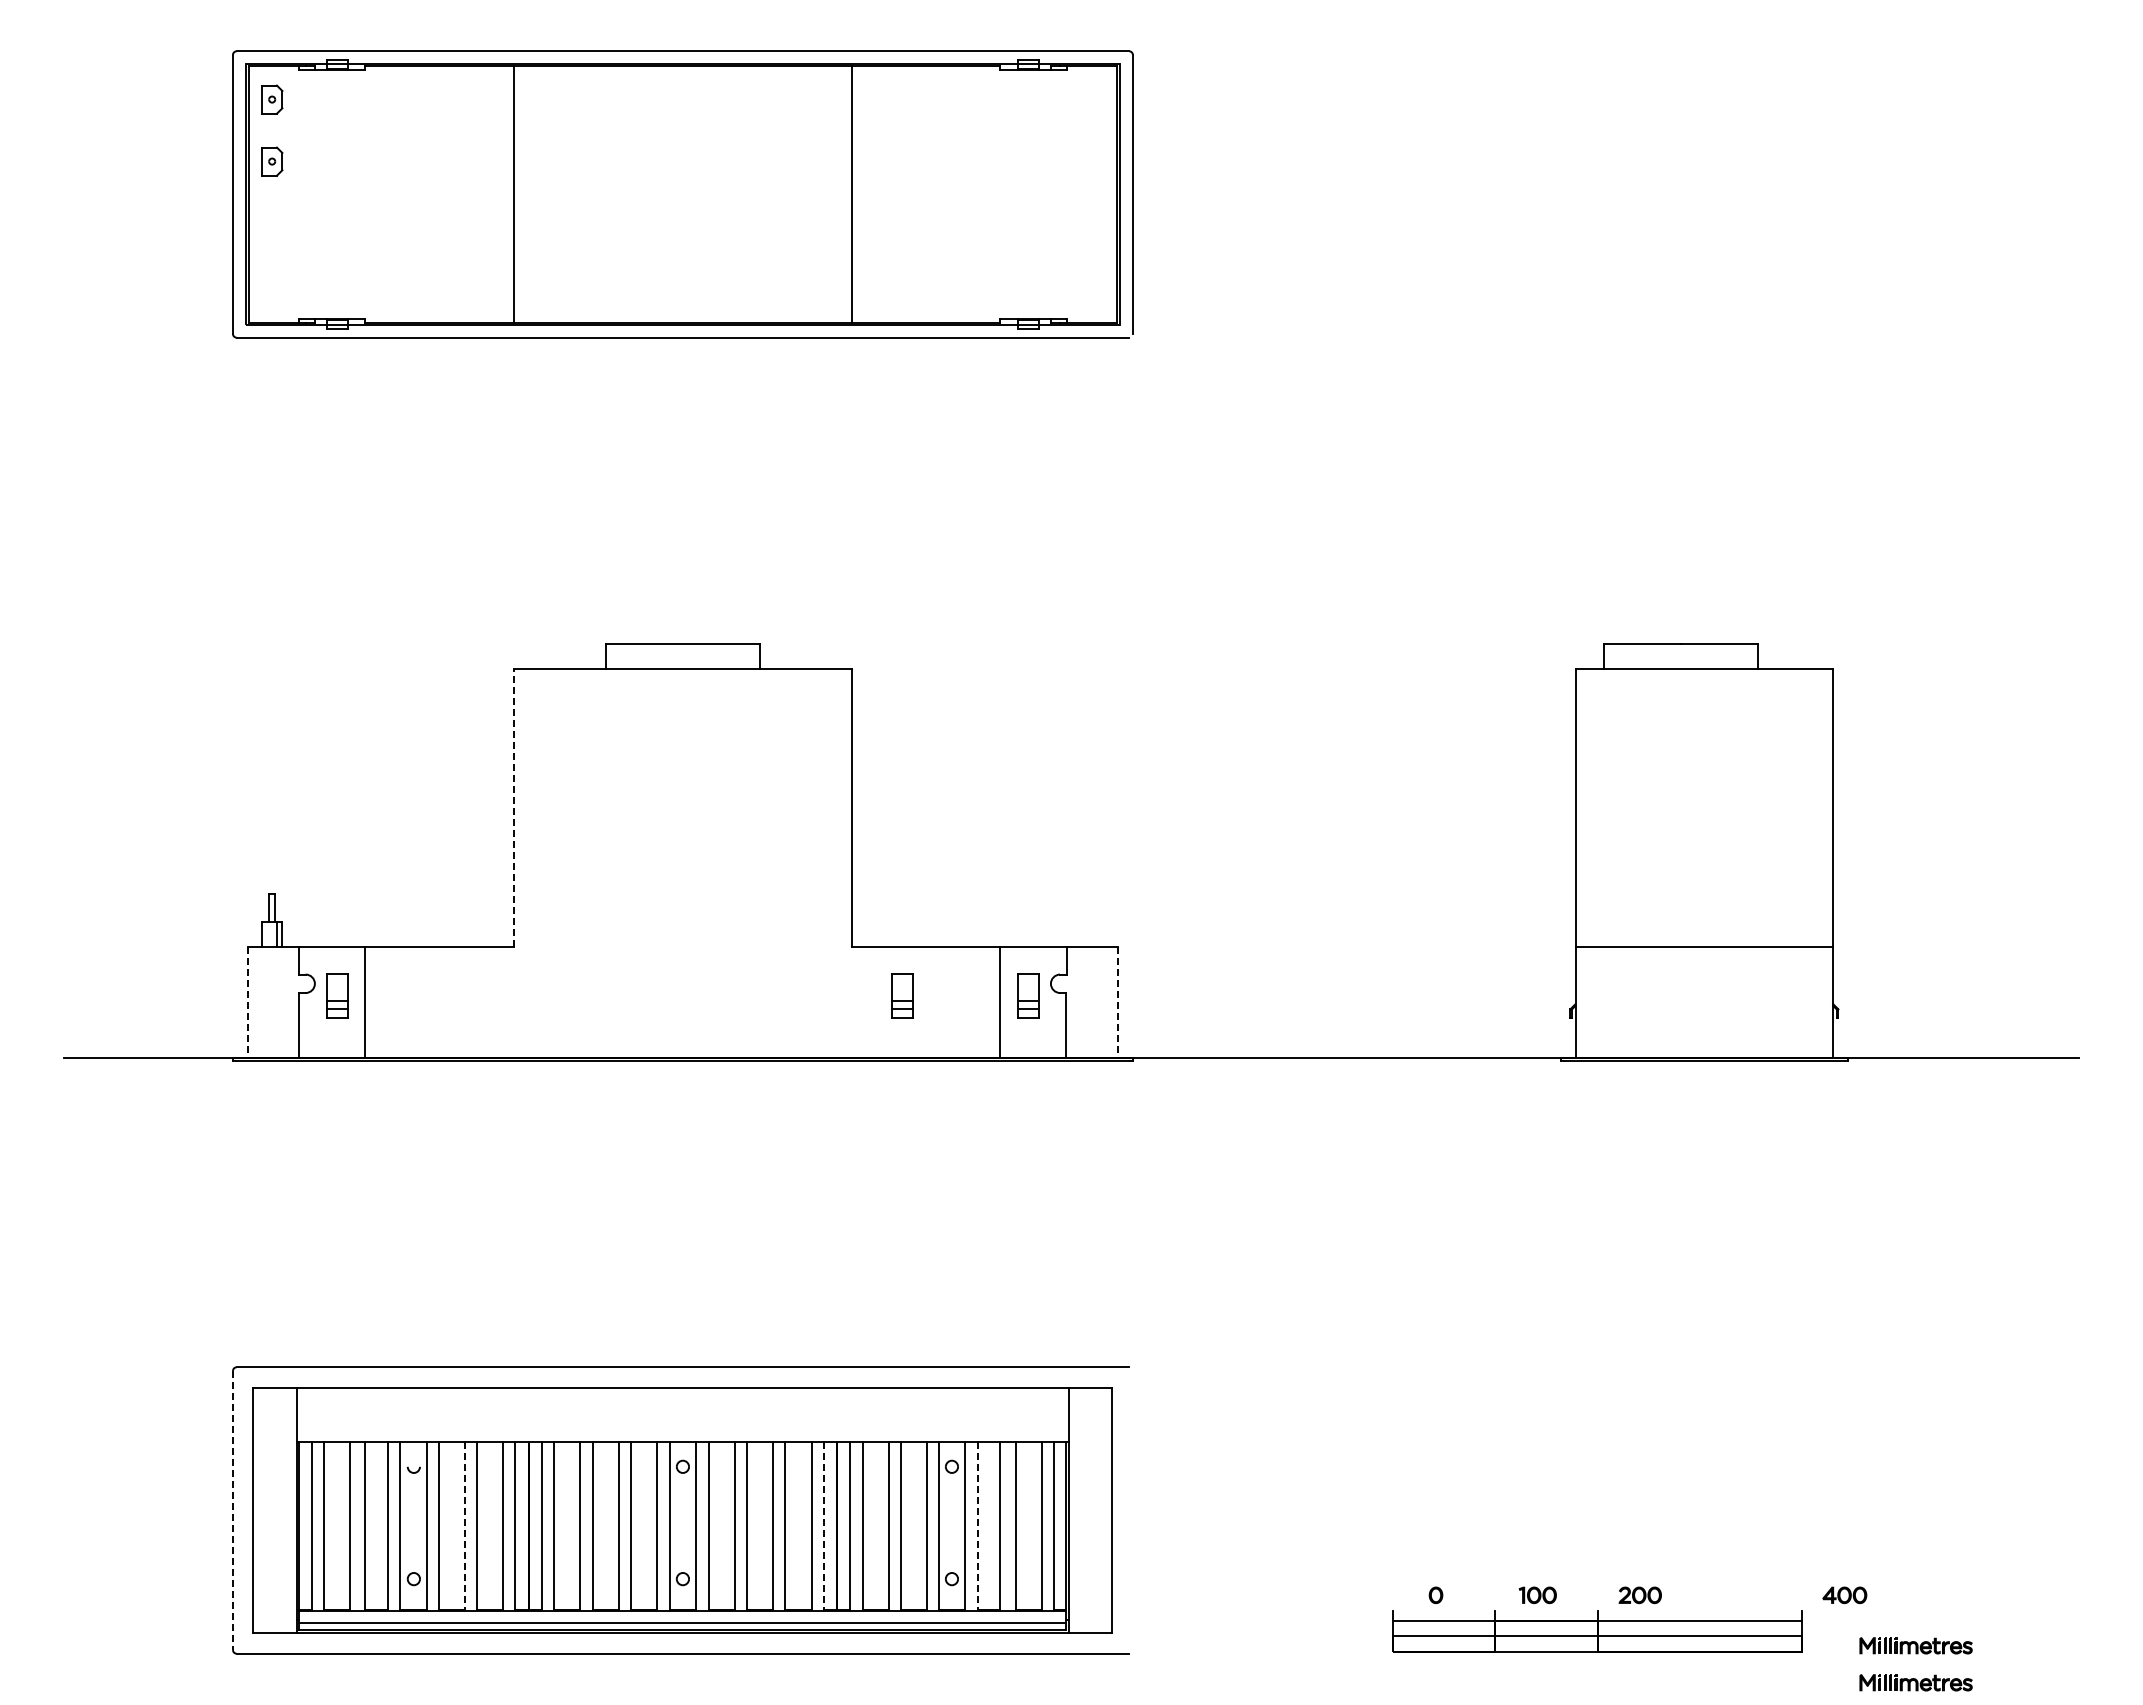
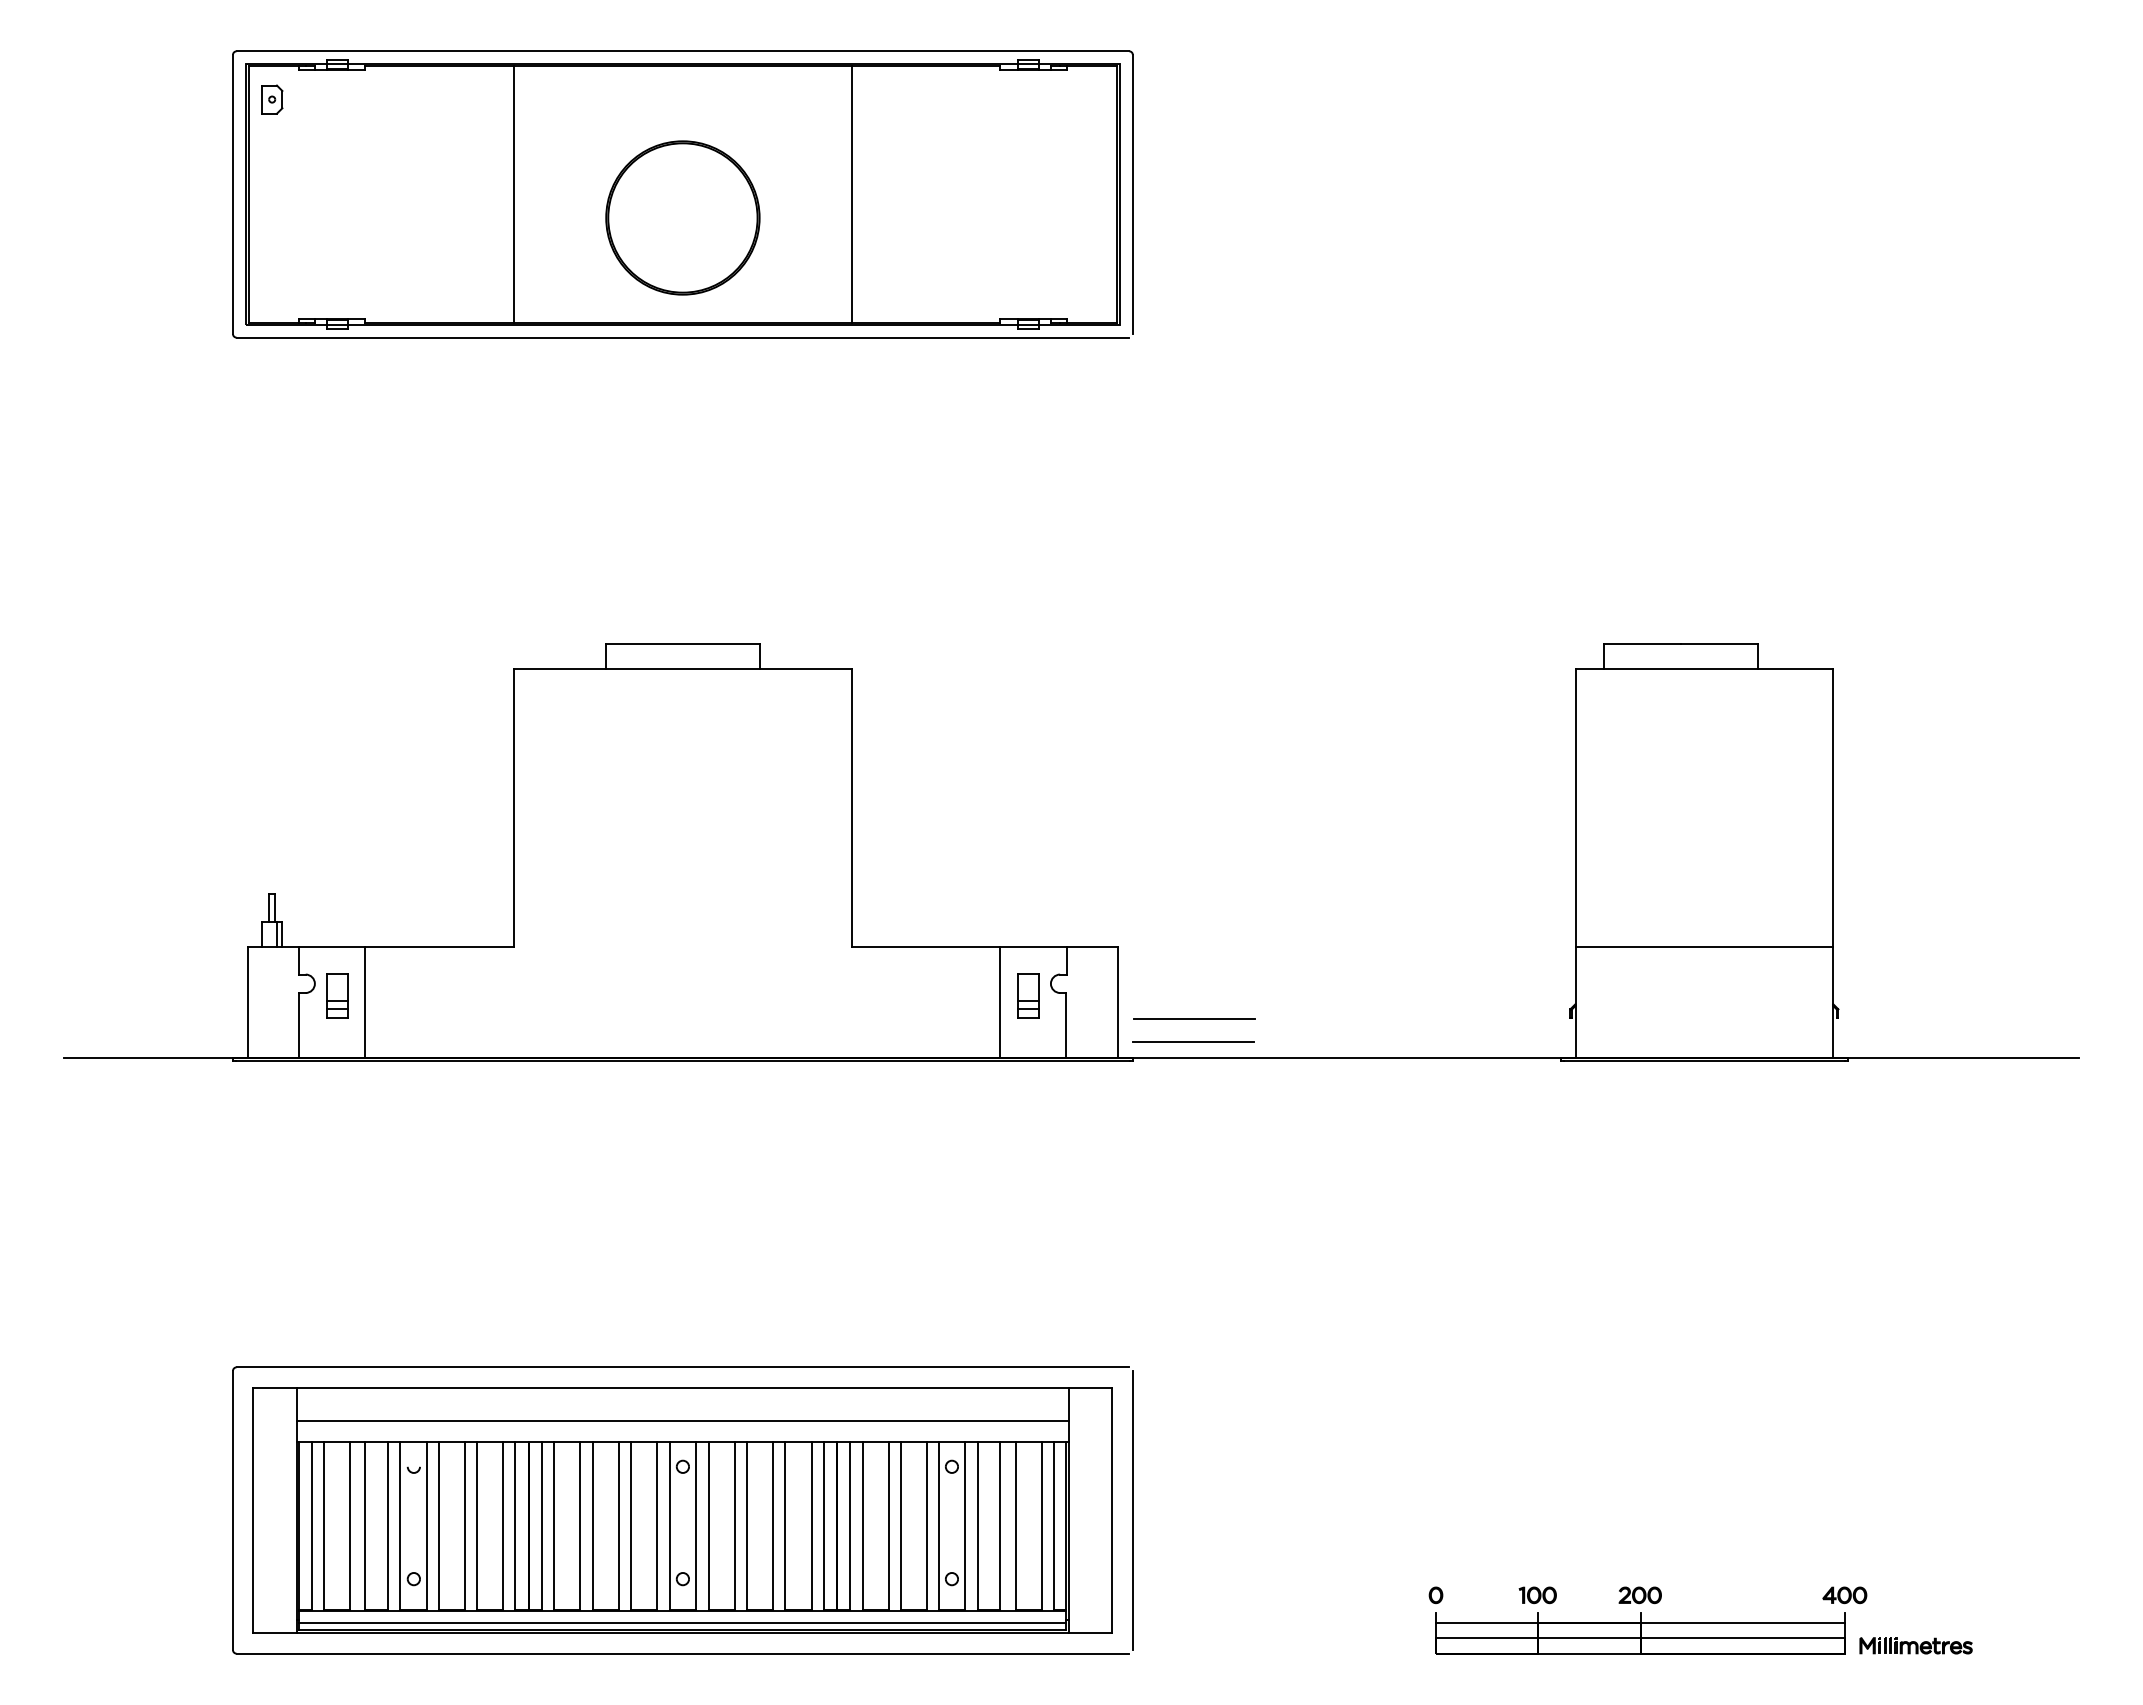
part at (272, 161): present -> none
part at (682, 217): none -> present
line at (514, 808): dashed -> solid
part at (902, 995): present -> none
line at (248, 1003): dashed -> solid
line at (1117, 1003): dashed -> solid
line at (1193, 1019): none -> present
line at (1193, 1041): none -> present
line at (682, 1420): none -> present
line at (233, 1510): dashed -> solid
line at (1132, 1510): none -> present
line at (464, 1526): dashed -> solid
line at (823, 1526): dashed -> solid
line at (977, 1526): dashed -> solid
part at (1597, 1631) position: (1597, 1631) -> (1640, 1633)
part at (1915, 1682): present -> none
